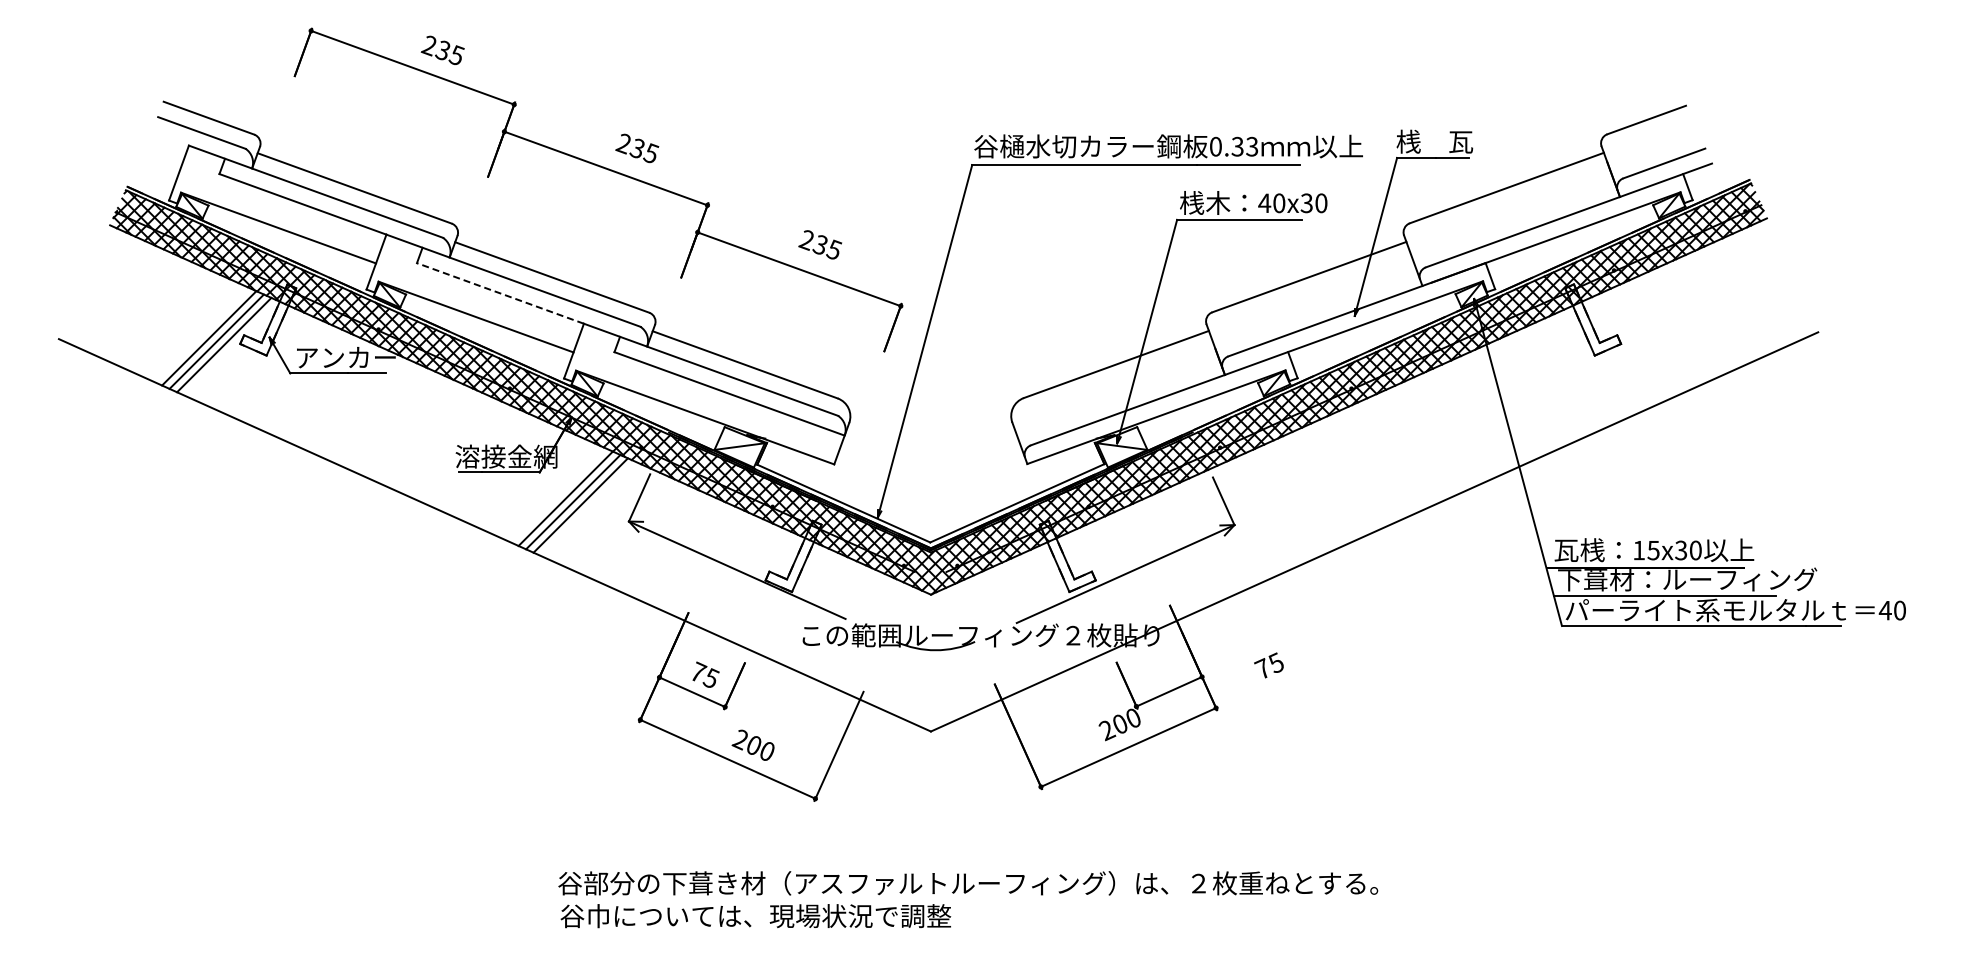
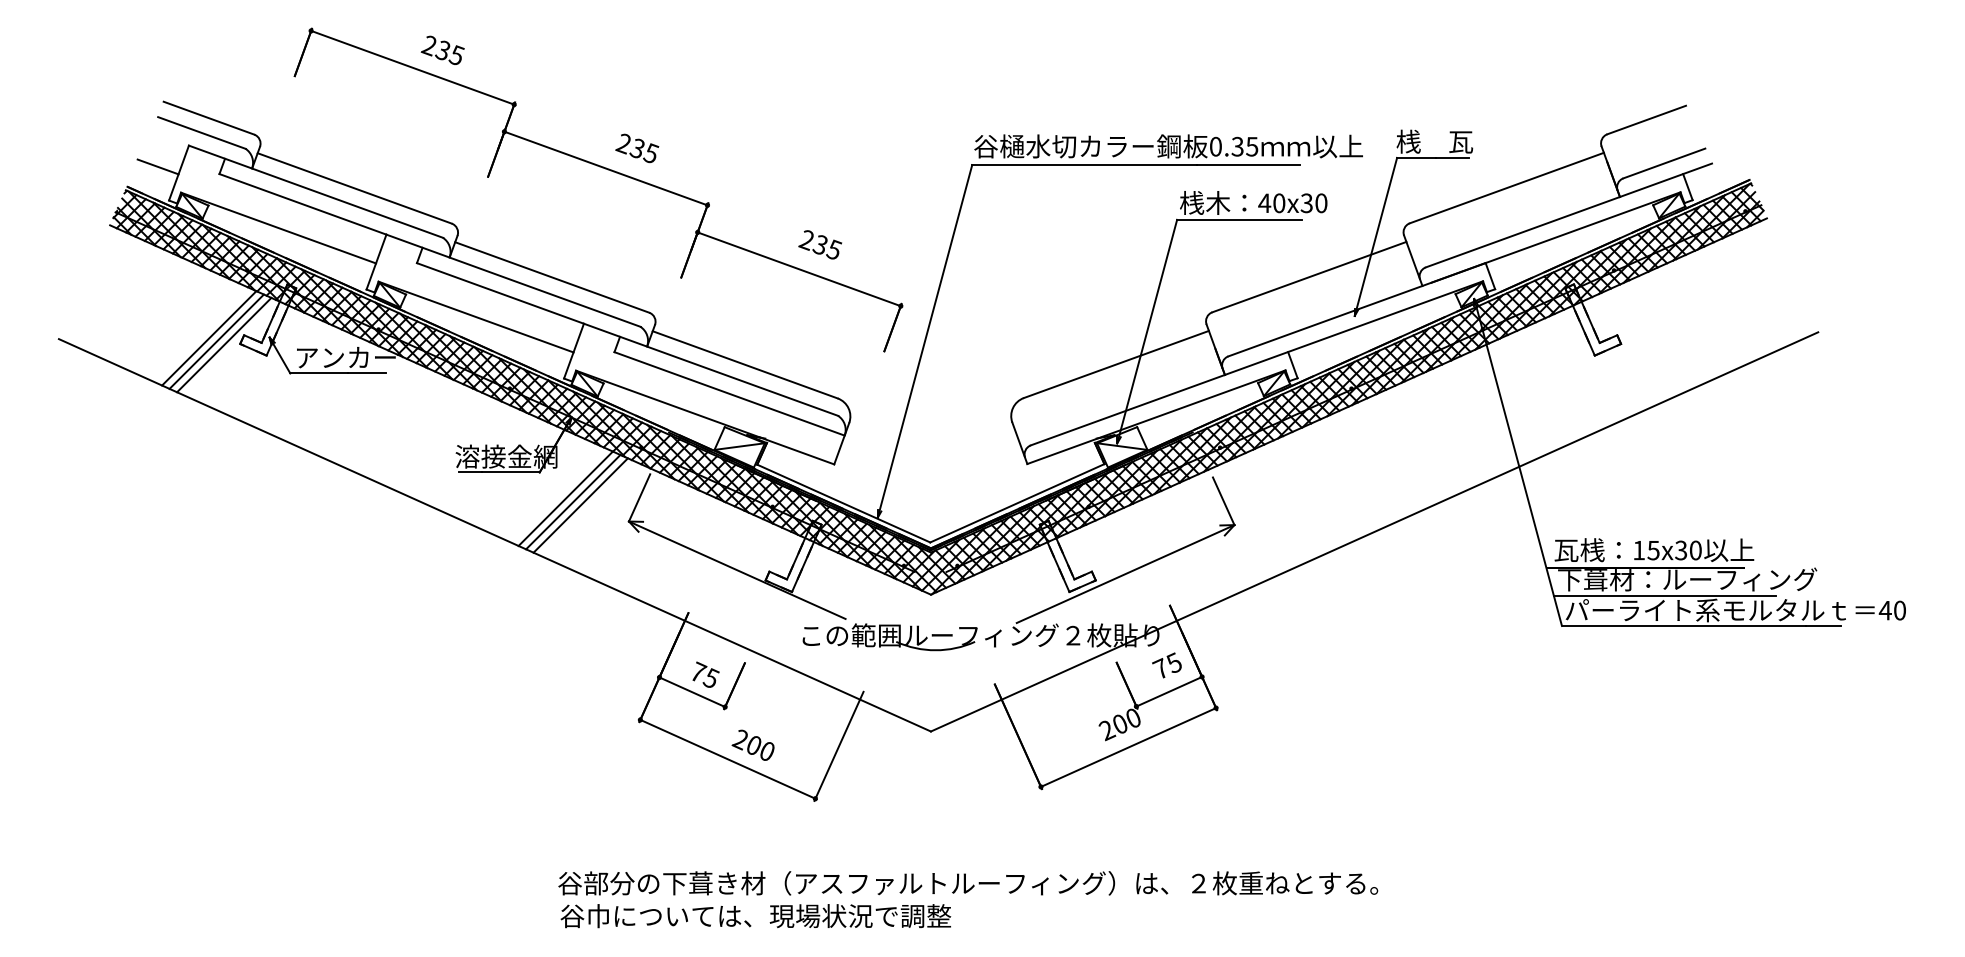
text at (1252, 146): 0.33 -> 0.35
line at (157, 166): none -> present
line at (500, 293): dashed -> solid
text at (1268, 665) position: (1268, 665) -> (1166, 665)
